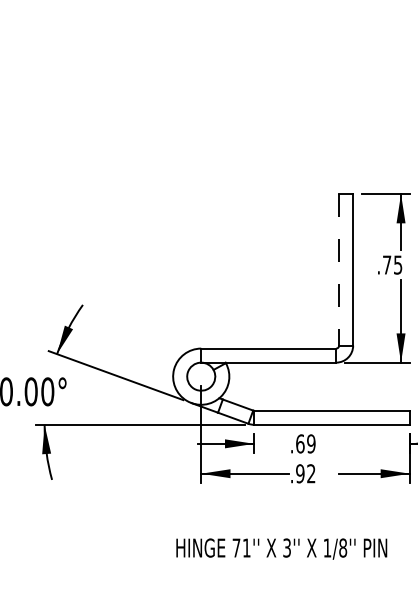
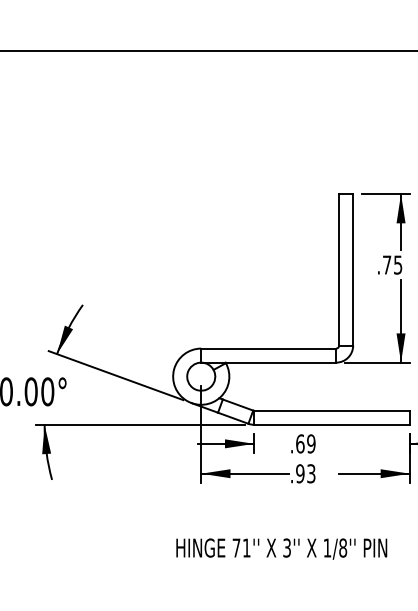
line at (208, 51): none -> present
line at (339, 269): dashed -> solid
text at (311, 473): .92 -> .93
